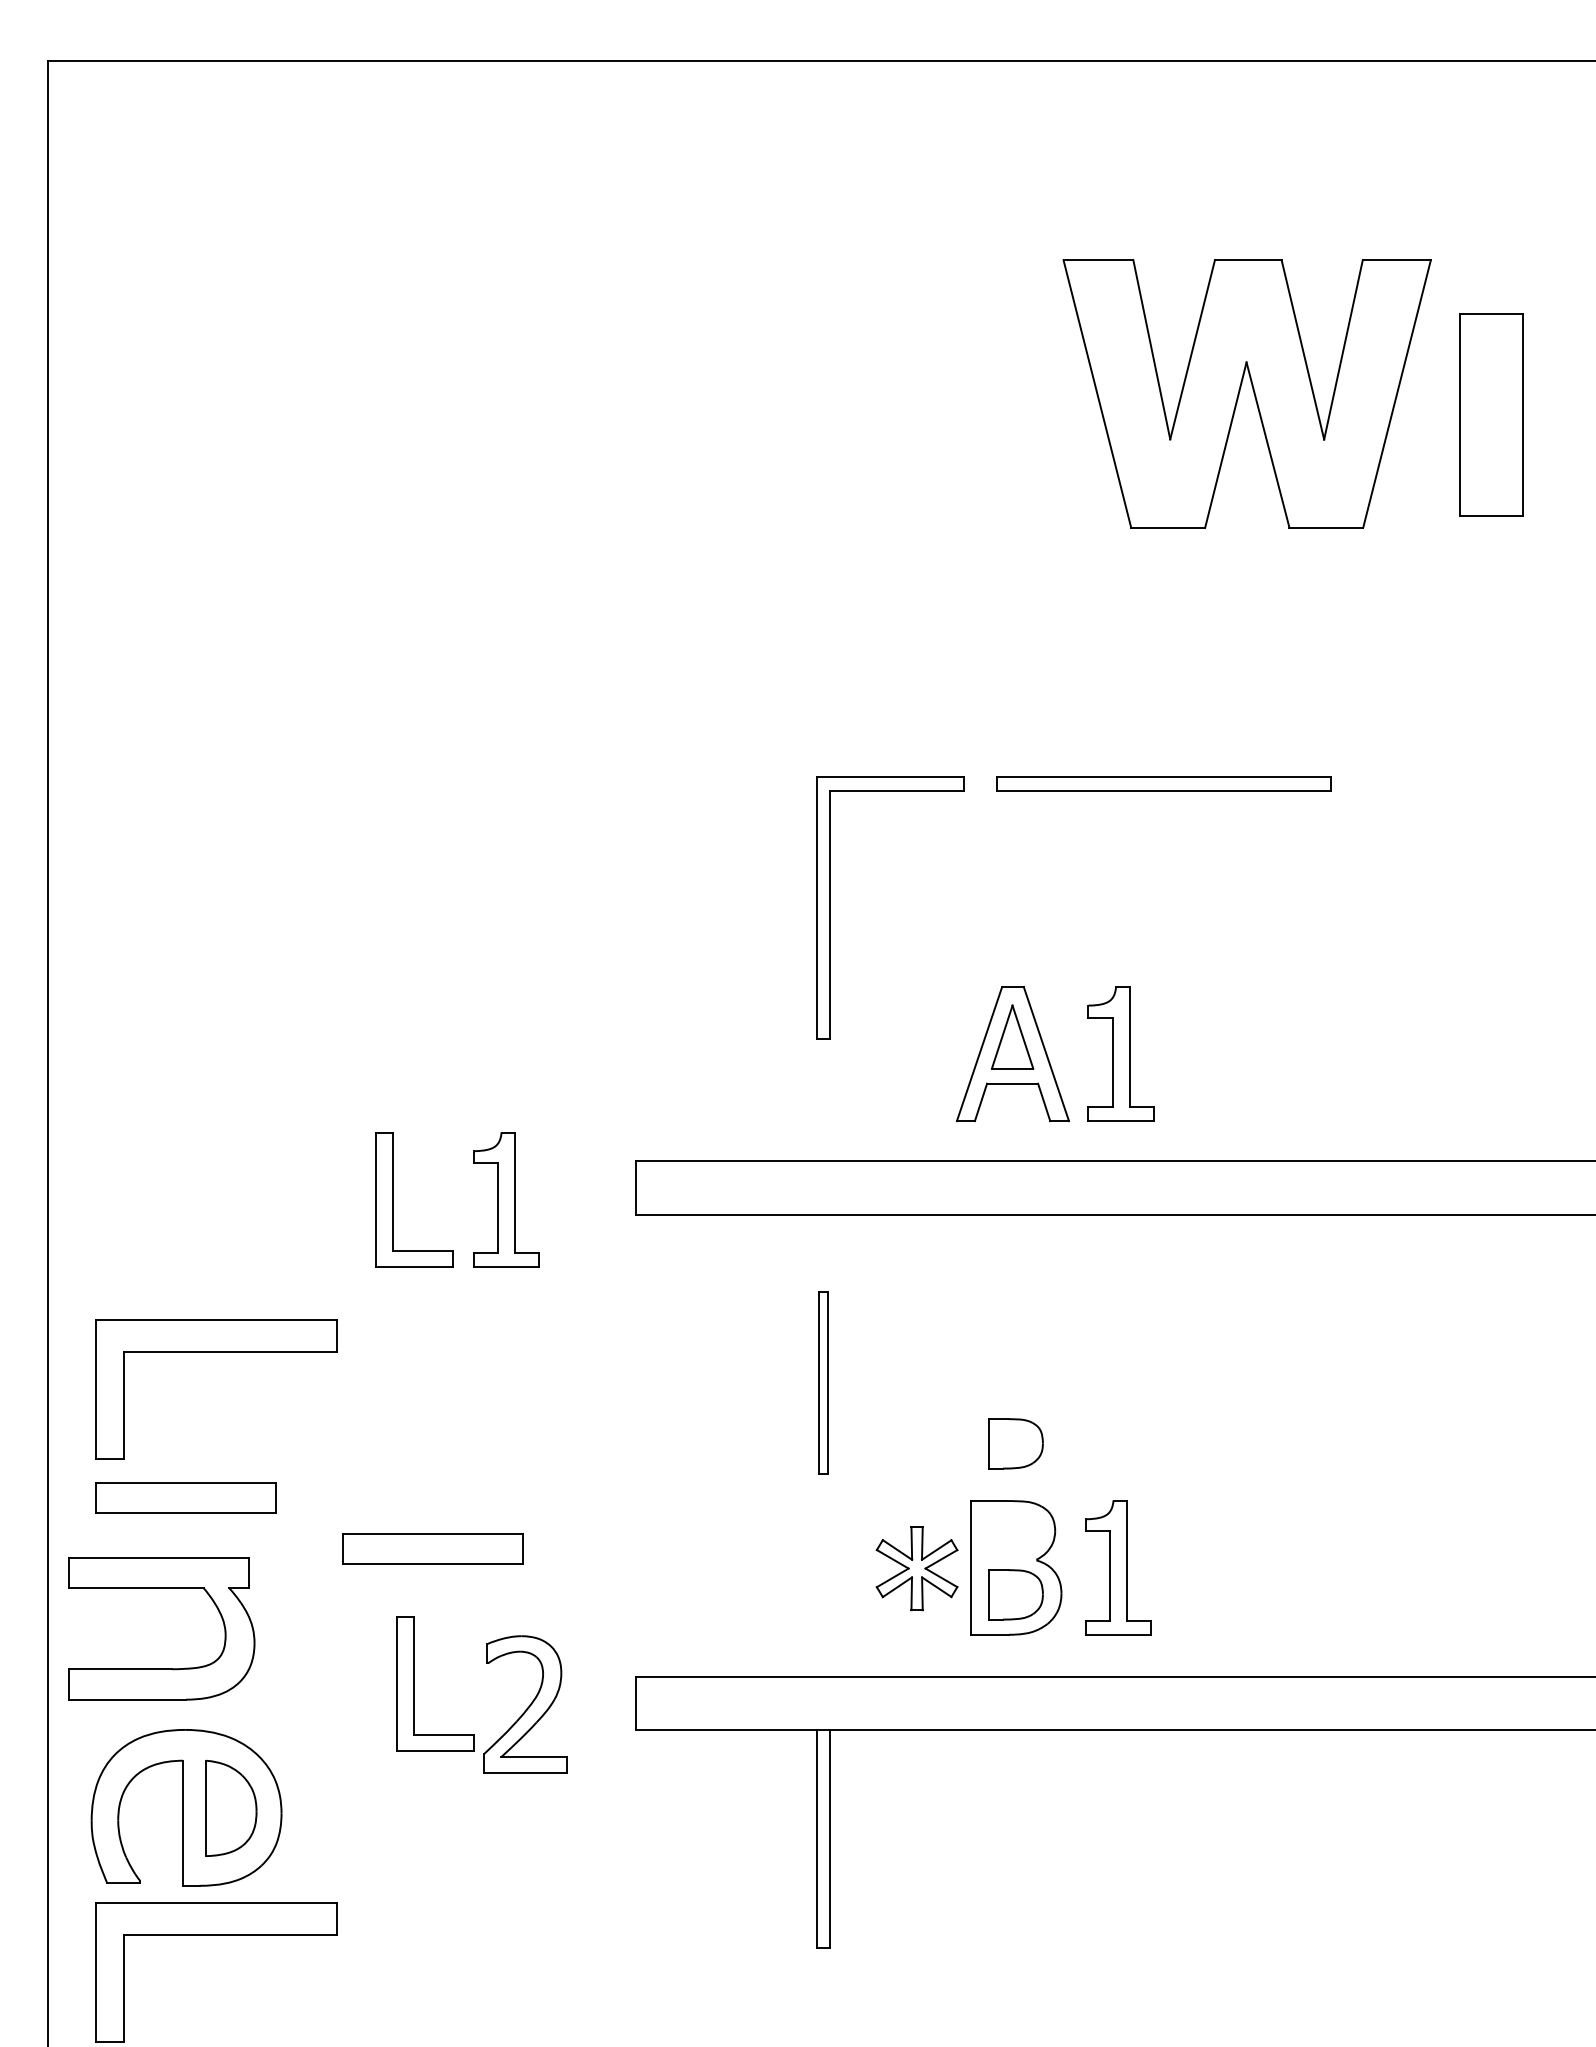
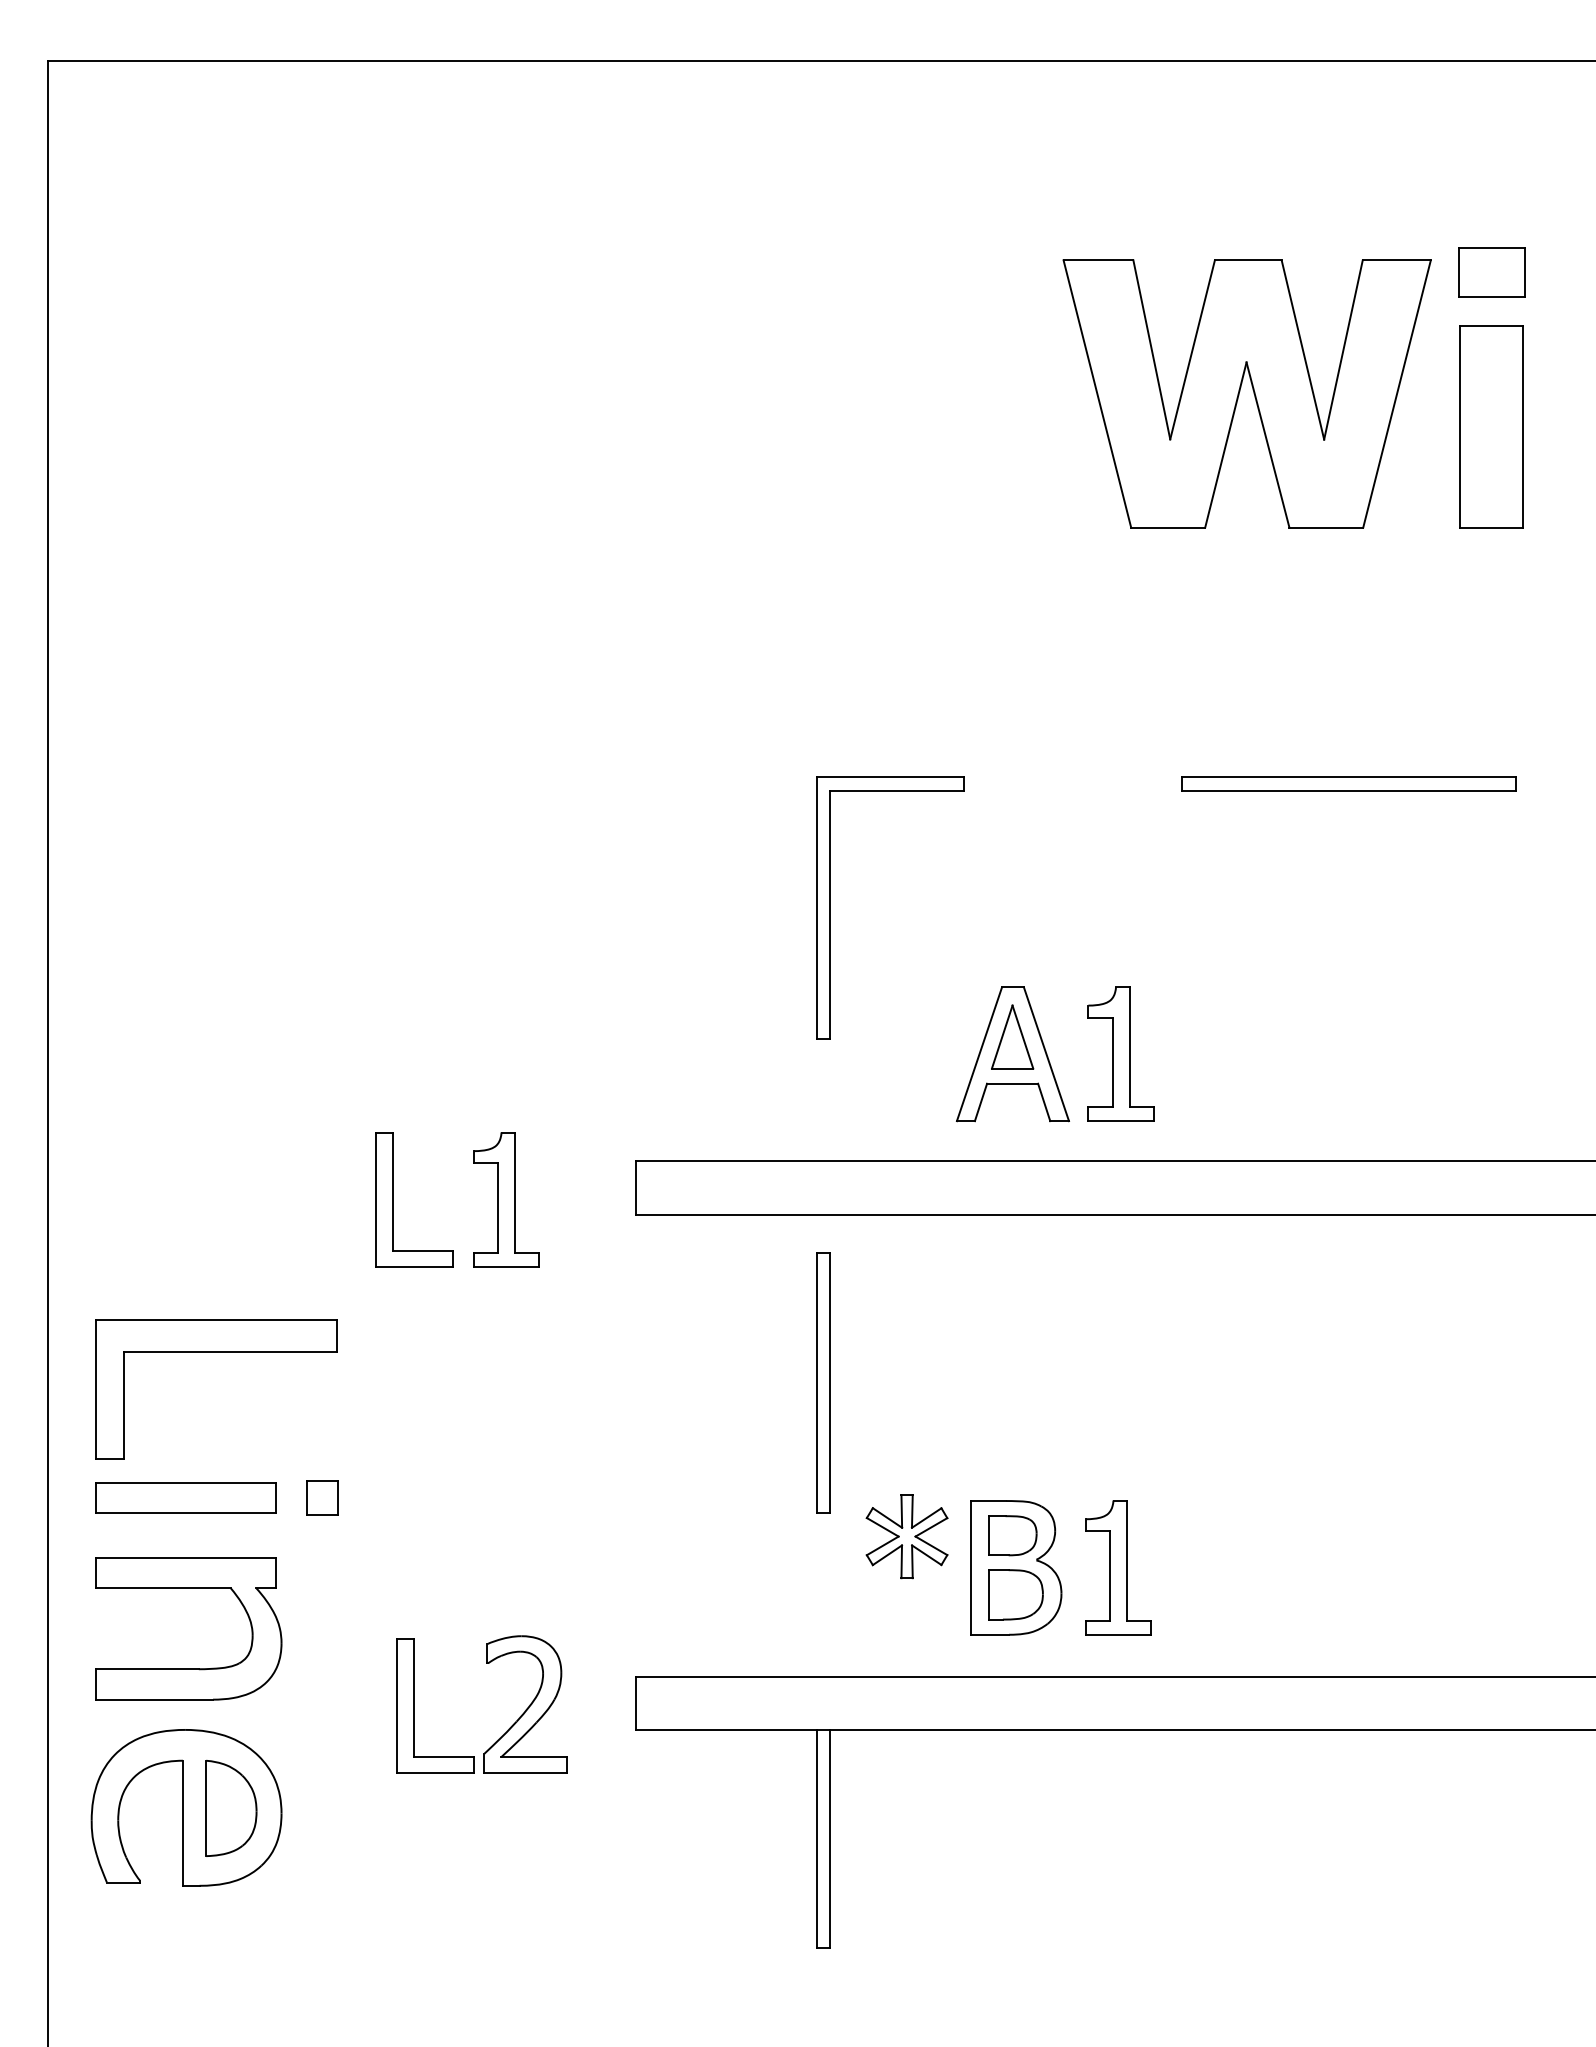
part at (1491, 272): none -> present
part at (1491, 414) position: (1491, 414) -> (1491, 426)
part at (1163, 783) position: (1163, 783) -> (1348, 783)
part at (823, 1382) size: 11x184 px -> 15x262 px
part at (1015, 1443): present -> none
part at (322, 1497): none -> present
part at (1012, 1535): none -> present
part at (432, 1548): present -> none
part at (916, 1568) position: (916, 1568) -> (906, 1536)
part at (161, 1588) position: (161, 1588) -> (188, 1588)
part at (414, 1683) position: (414, 1683) -> (414, 1705)
part at (216, 1935): present -> none
